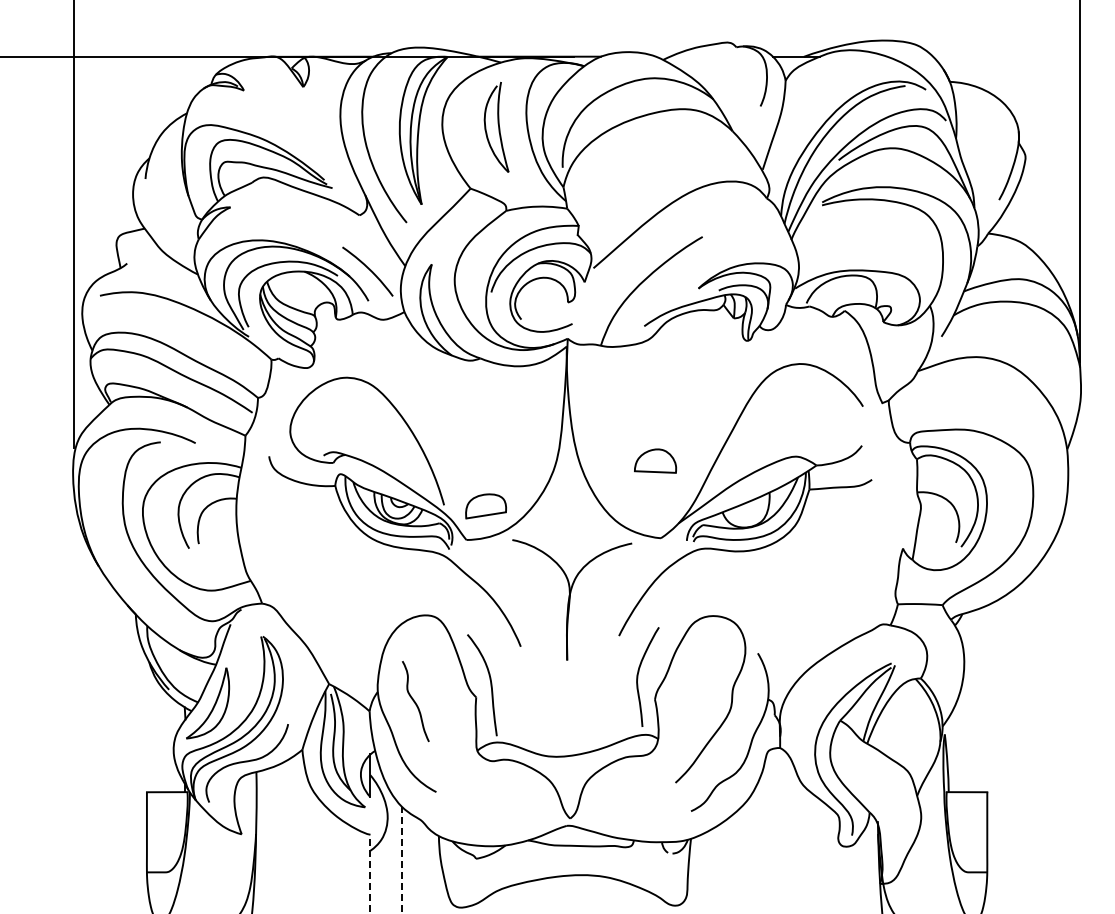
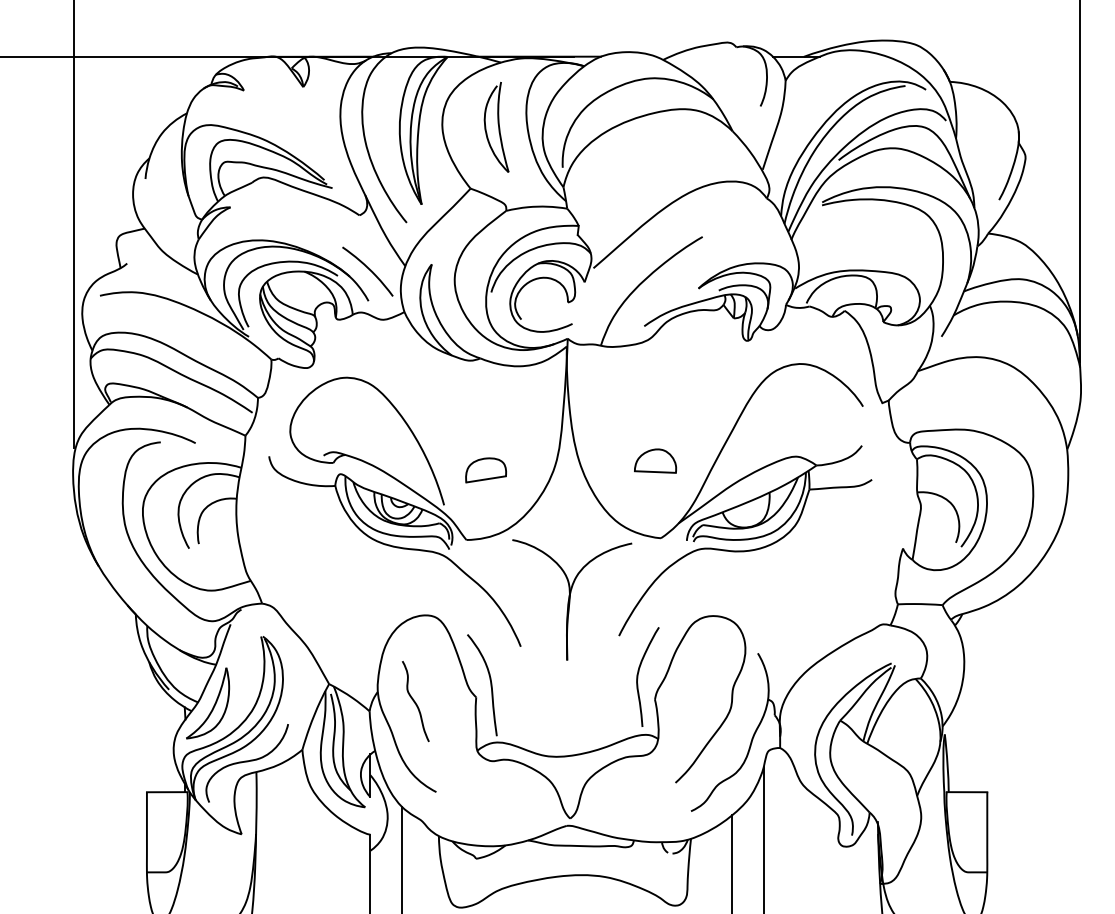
part at (485, 506) position: (485, 506) -> (485, 470)
line at (763, 838): none -> present
line at (401, 859): dashed -> solid
line at (732, 862): none -> present
line at (370, 873): dashed -> solid
